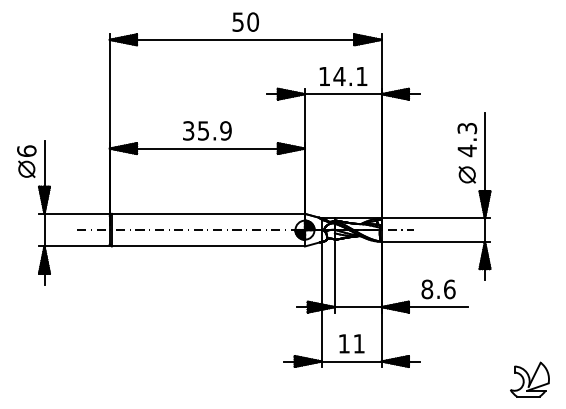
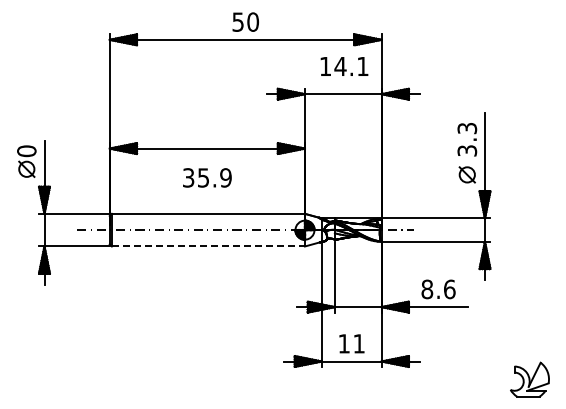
text at (343, 76) position: (343, 76) -> (344, 66)
text at (207, 130) position: (207, 130) -> (207, 177)
text at (467, 150): 4.3 -> 3.3
text at (26, 151): 6 -> 0
line at (208, 246): solid -> dashed
